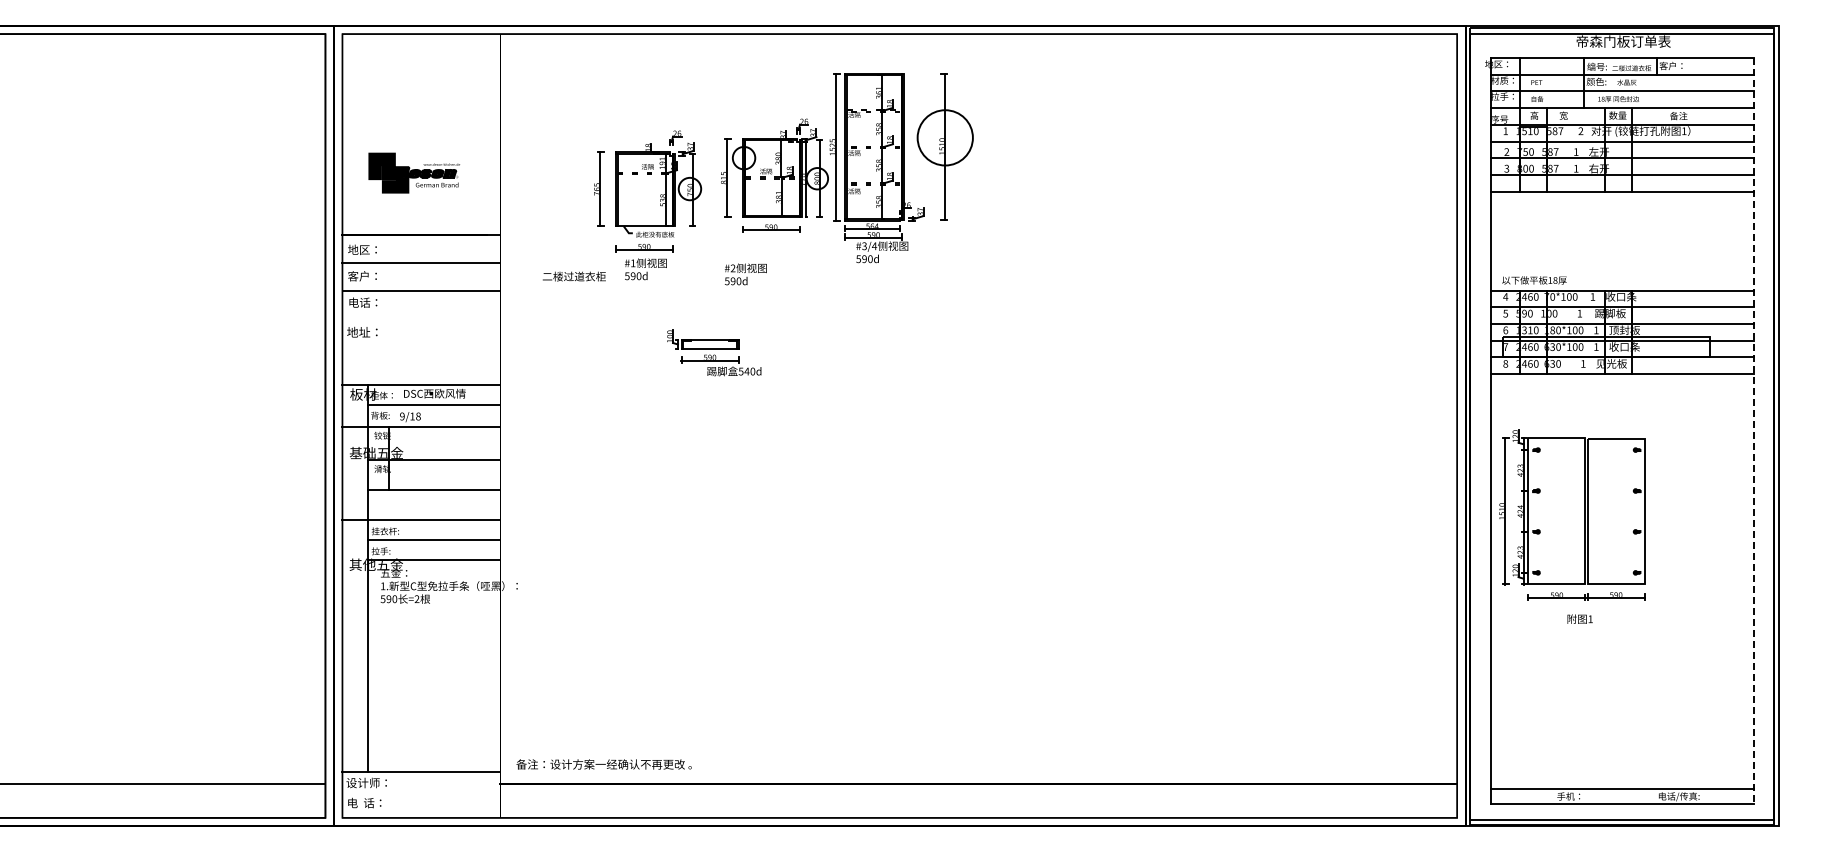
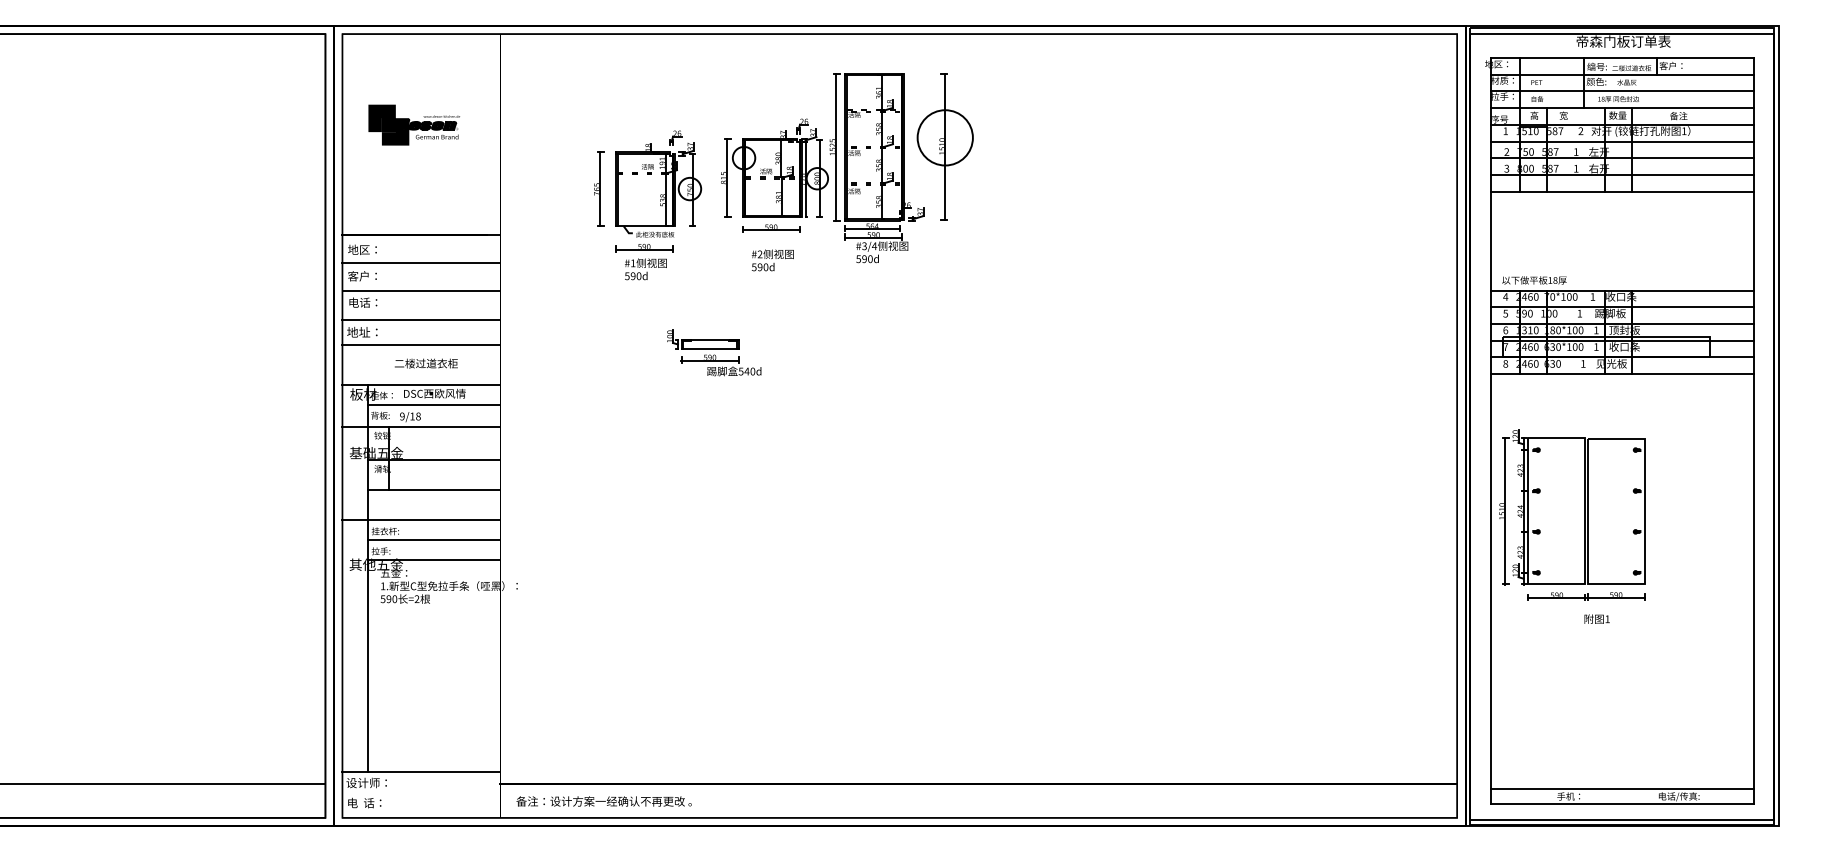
part at (413, 172) position: (413, 172) -> (413, 124)
text at (745, 274) position: (745, 274) -> (772, 260)
text at (574, 276) position: (574, 276) -> (426, 363)
line at (421, 320): none -> present
line at (421, 344): none -> present
line at (1754, 430): dashed -> solid
text at (1579, 618) position: (1579, 618) -> (1596, 618)
text at (603, 764) position: (603, 764) -> (603, 801)
